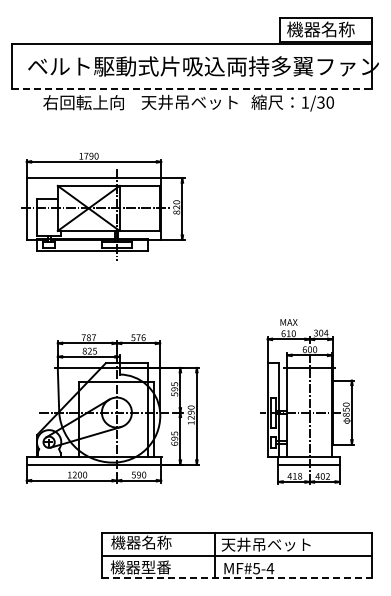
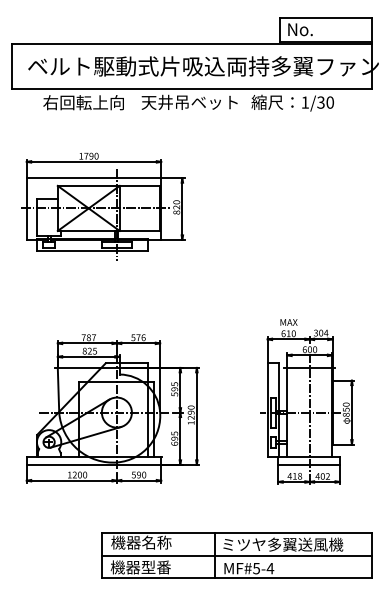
text at (320, 29): 機器名称 -> No.
line at (192, 89): dashed -> solid
text at (282, 544): 天井吊ベット -> ミツヤ多翼送風機
line at (237, 578): dashed -> solid
